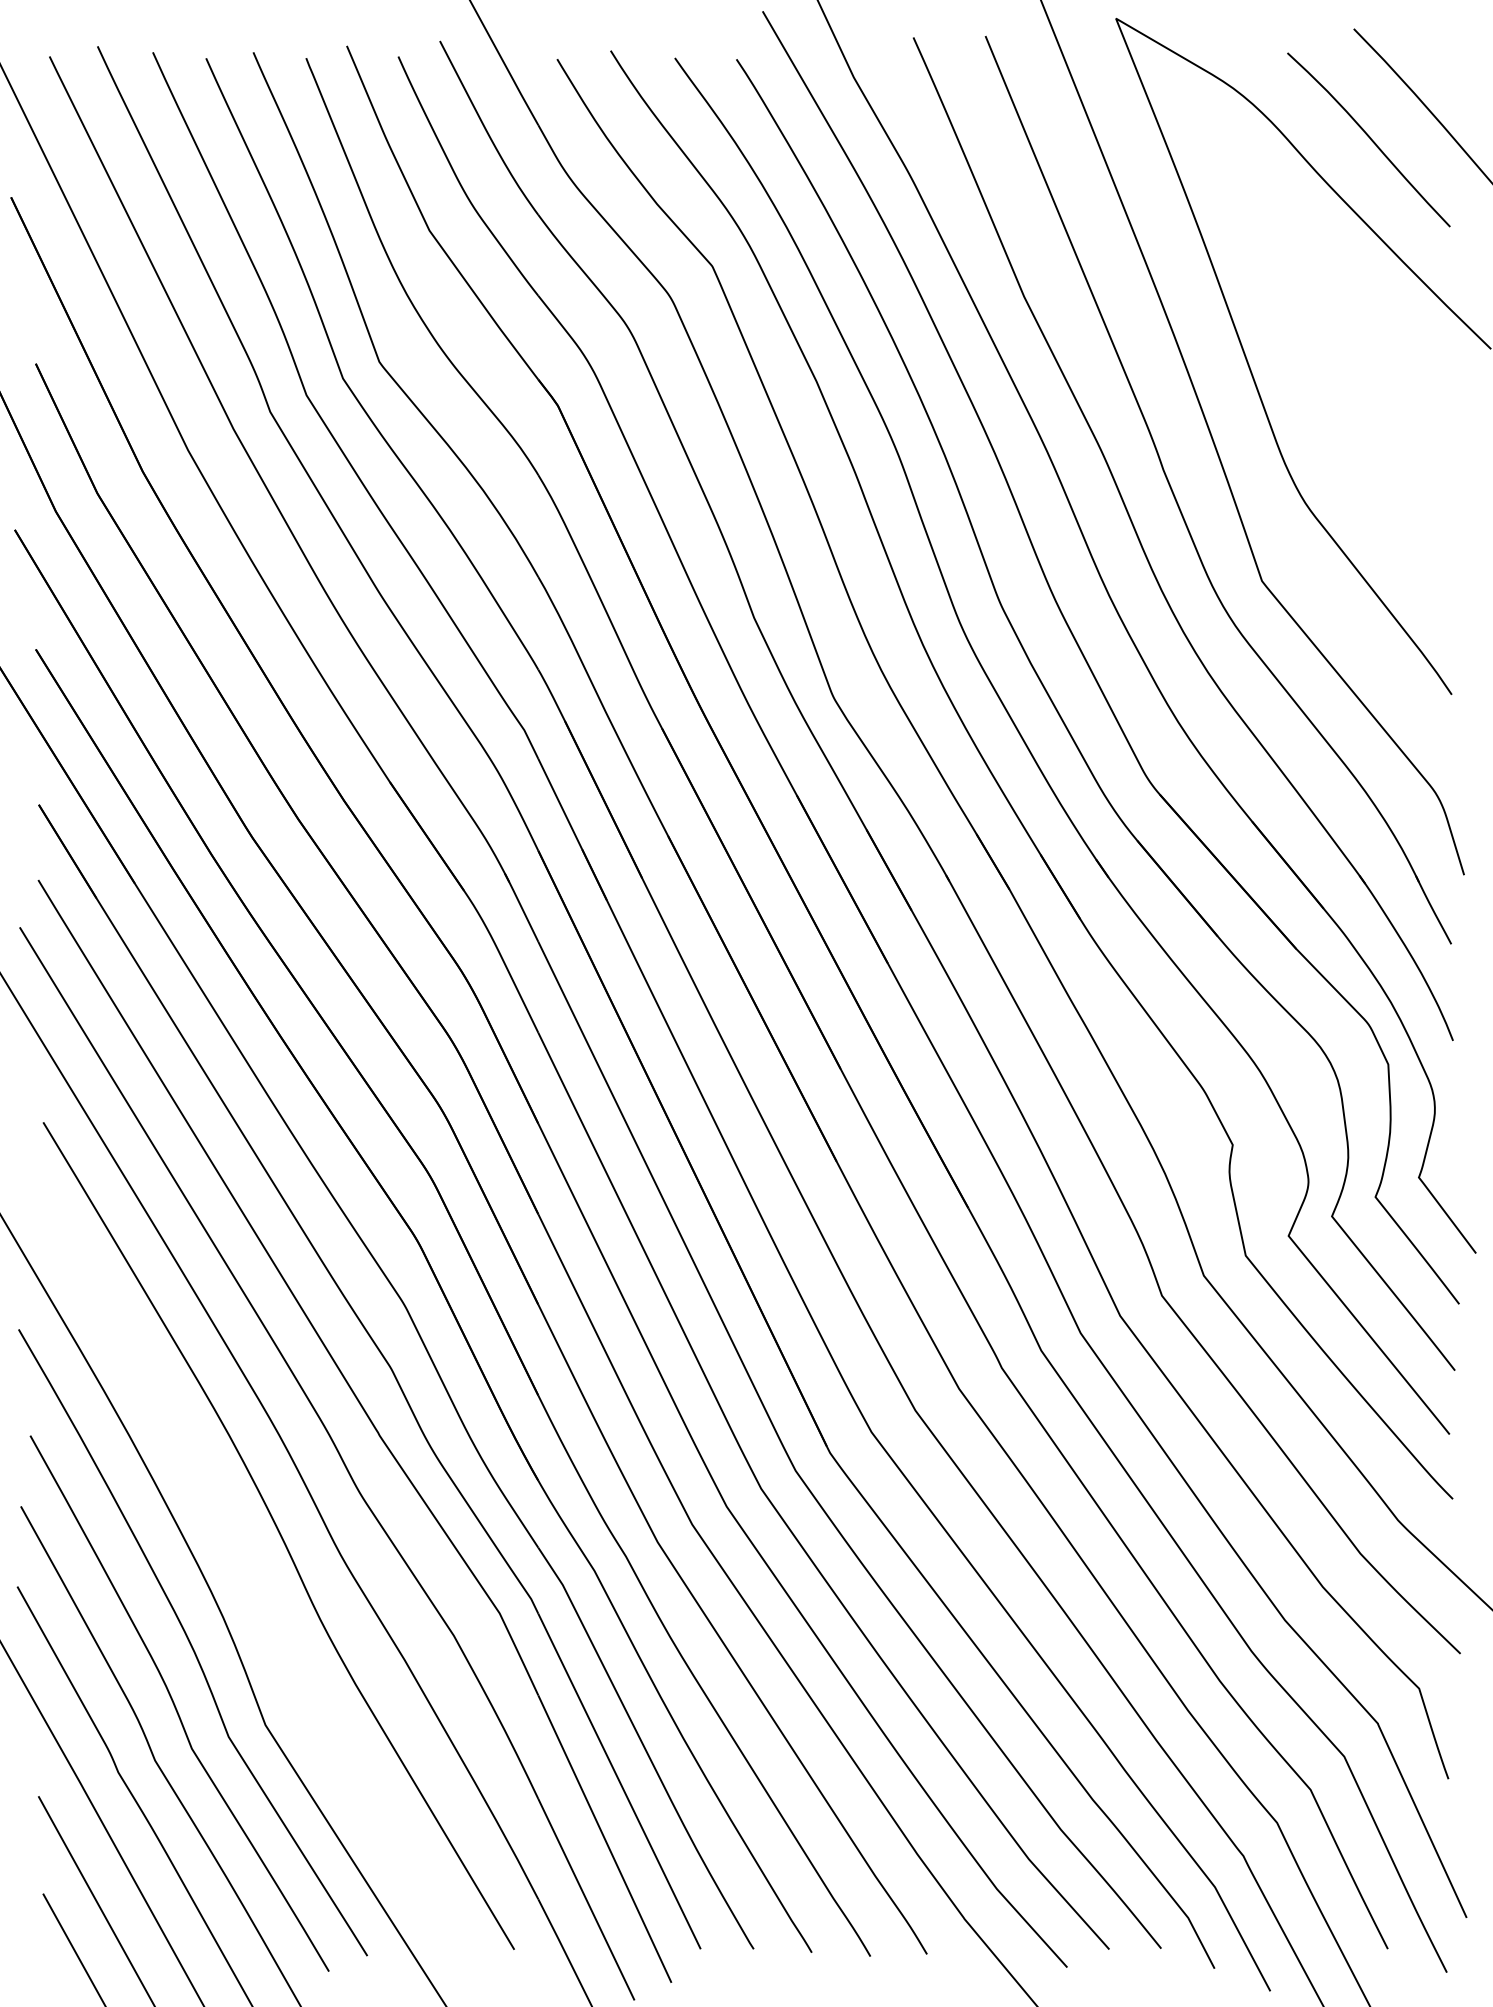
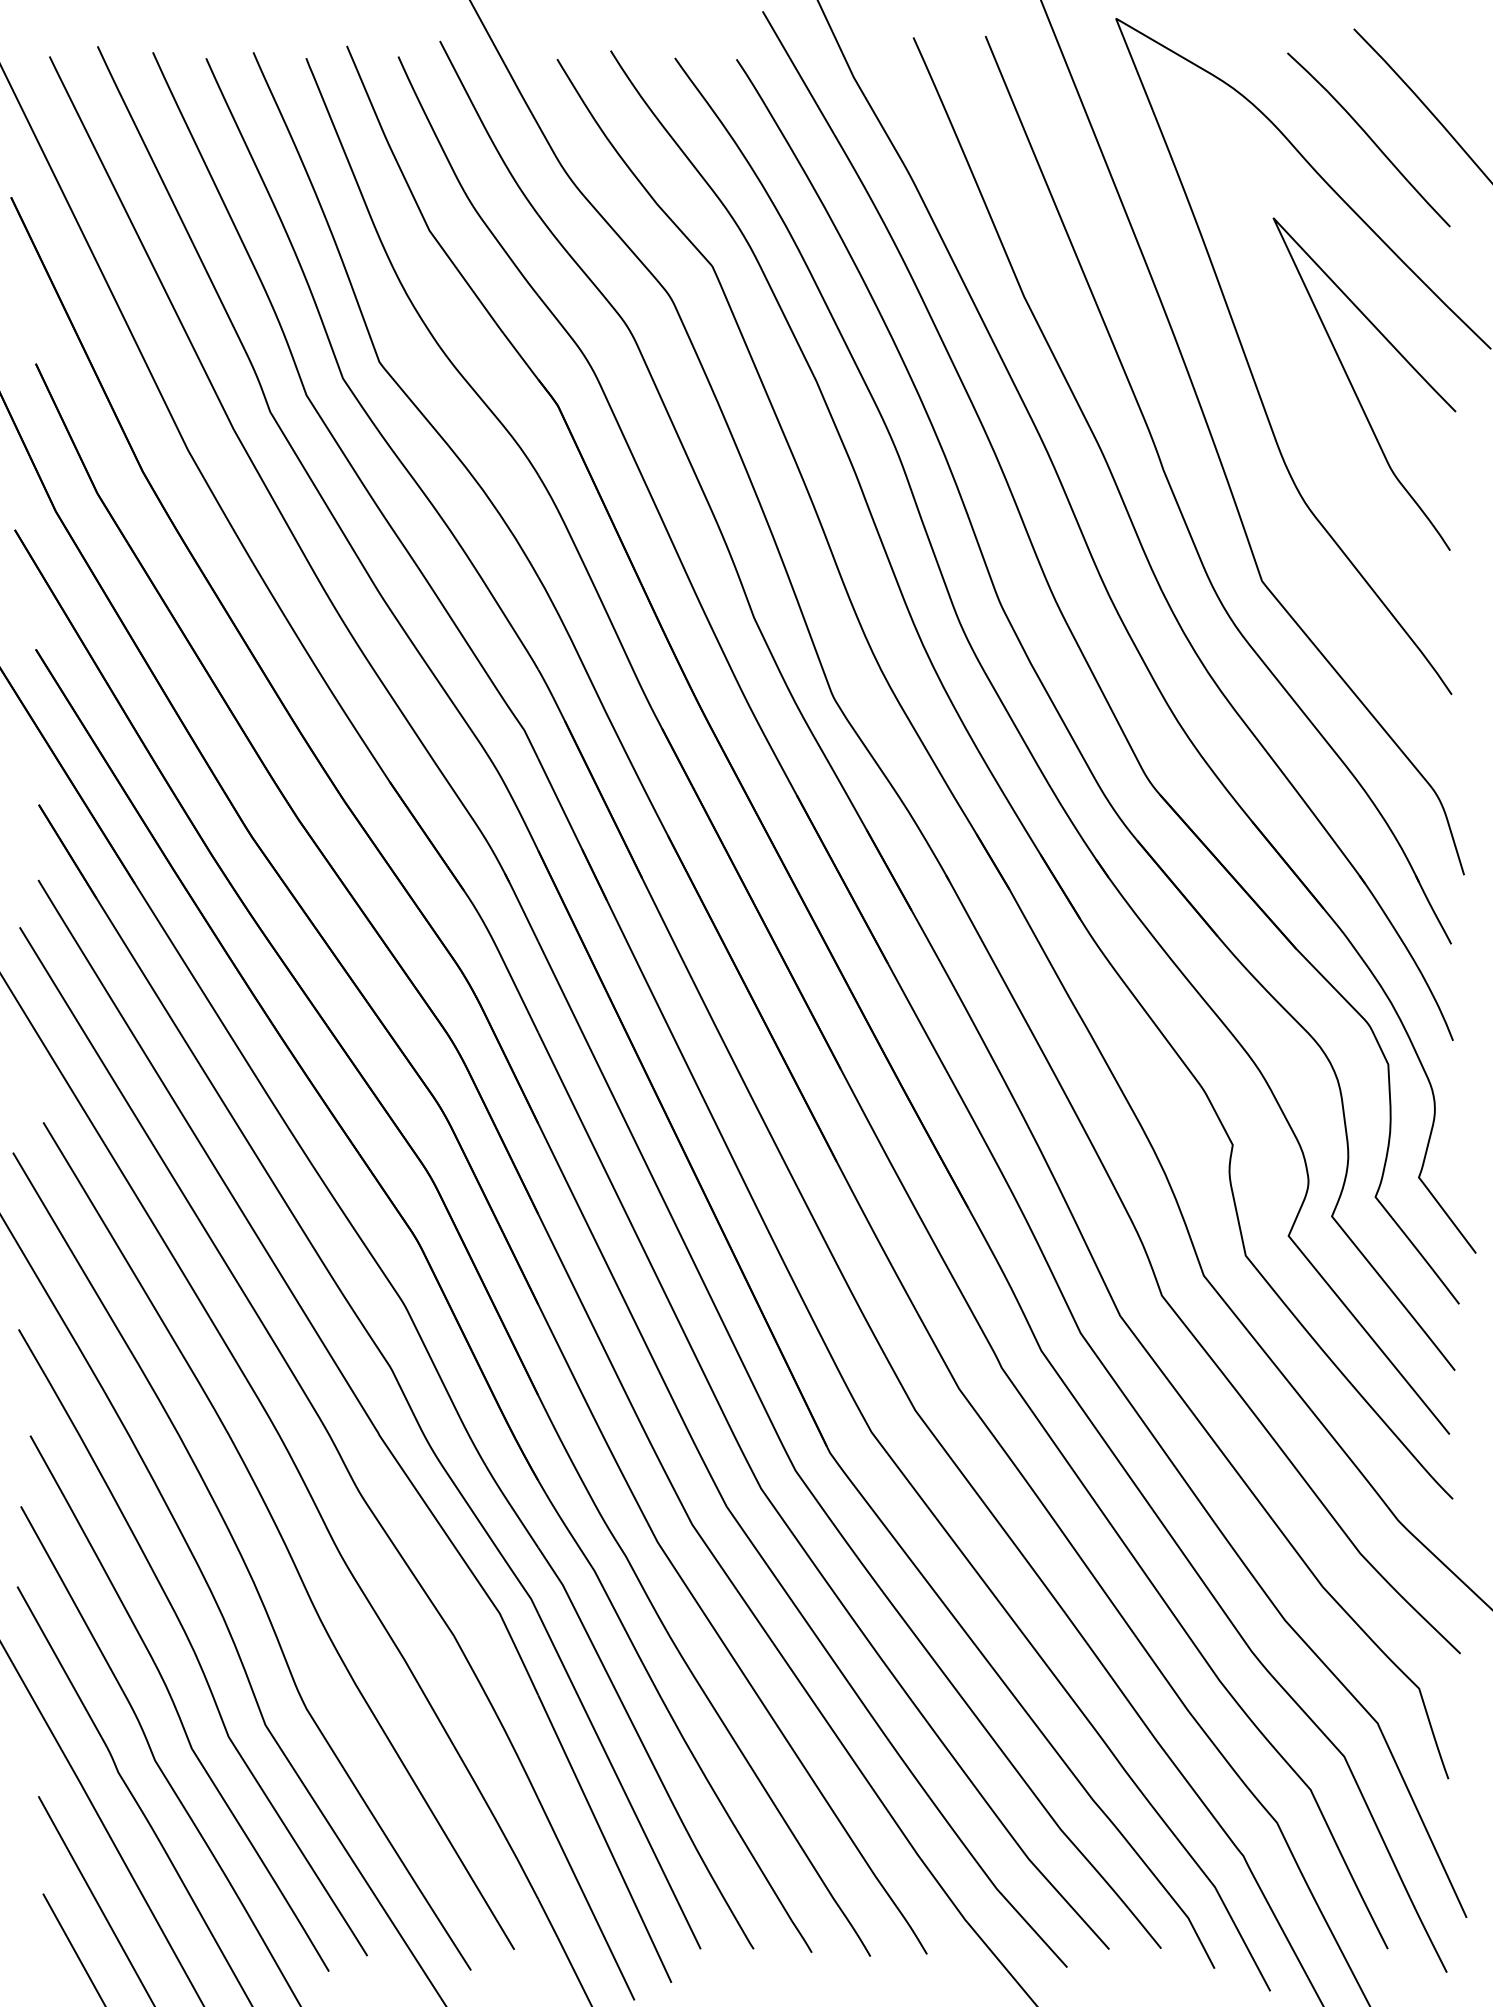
curve at (1354, 388): none -> present
curve at (242, 1560): none -> present
